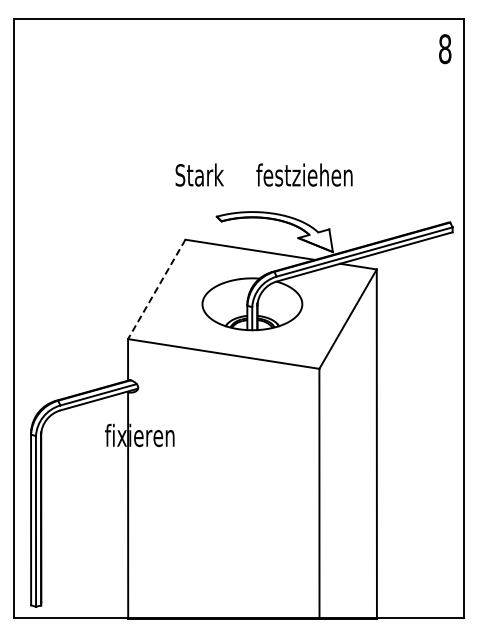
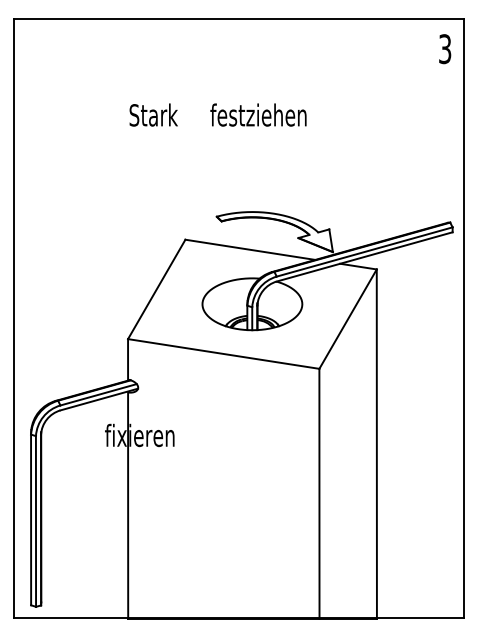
text at (445, 49): 8 -> 3
text at (263, 174) position: (263, 174) -> (217, 114)
line at (156, 289): dashed -> solid
